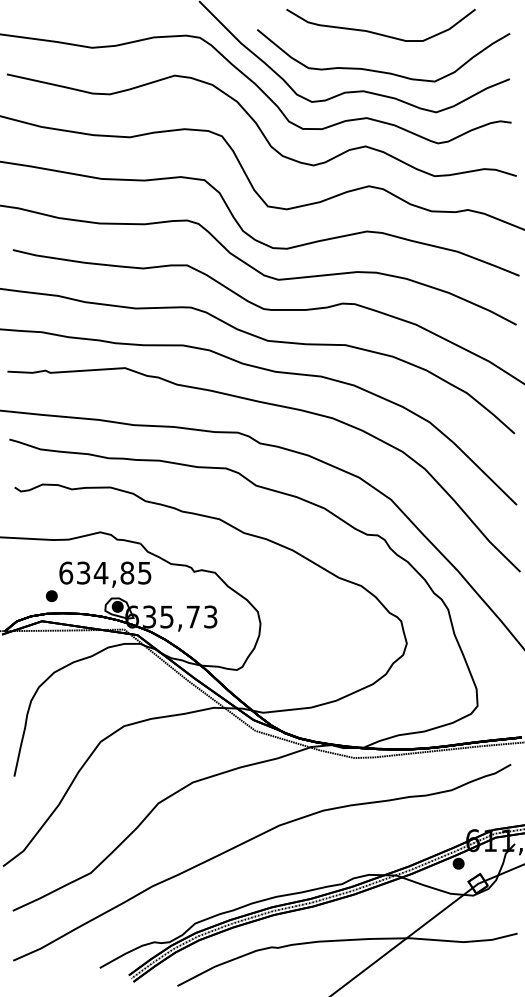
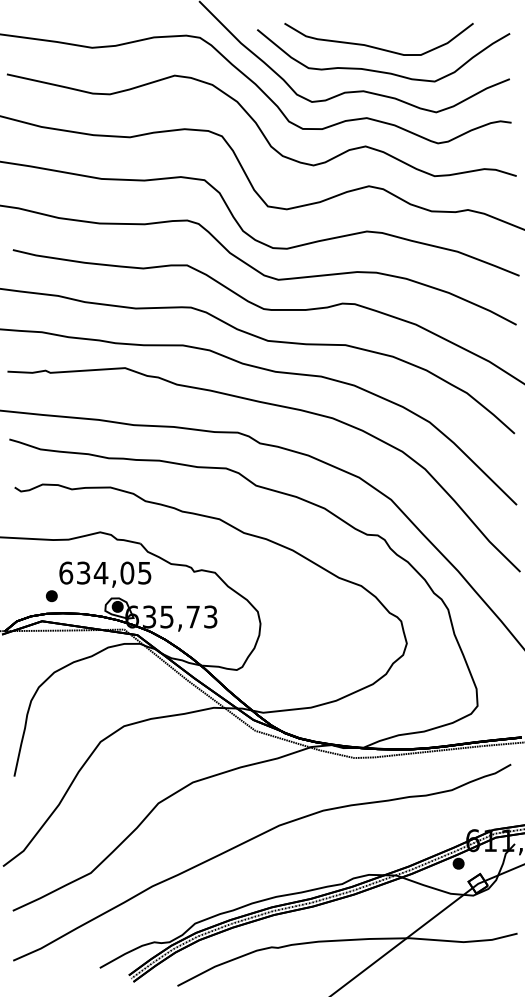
part at (376, 32) position: (376, 32) -> (374, 46)
text at (127, 573): 634,85 -> 634,05
